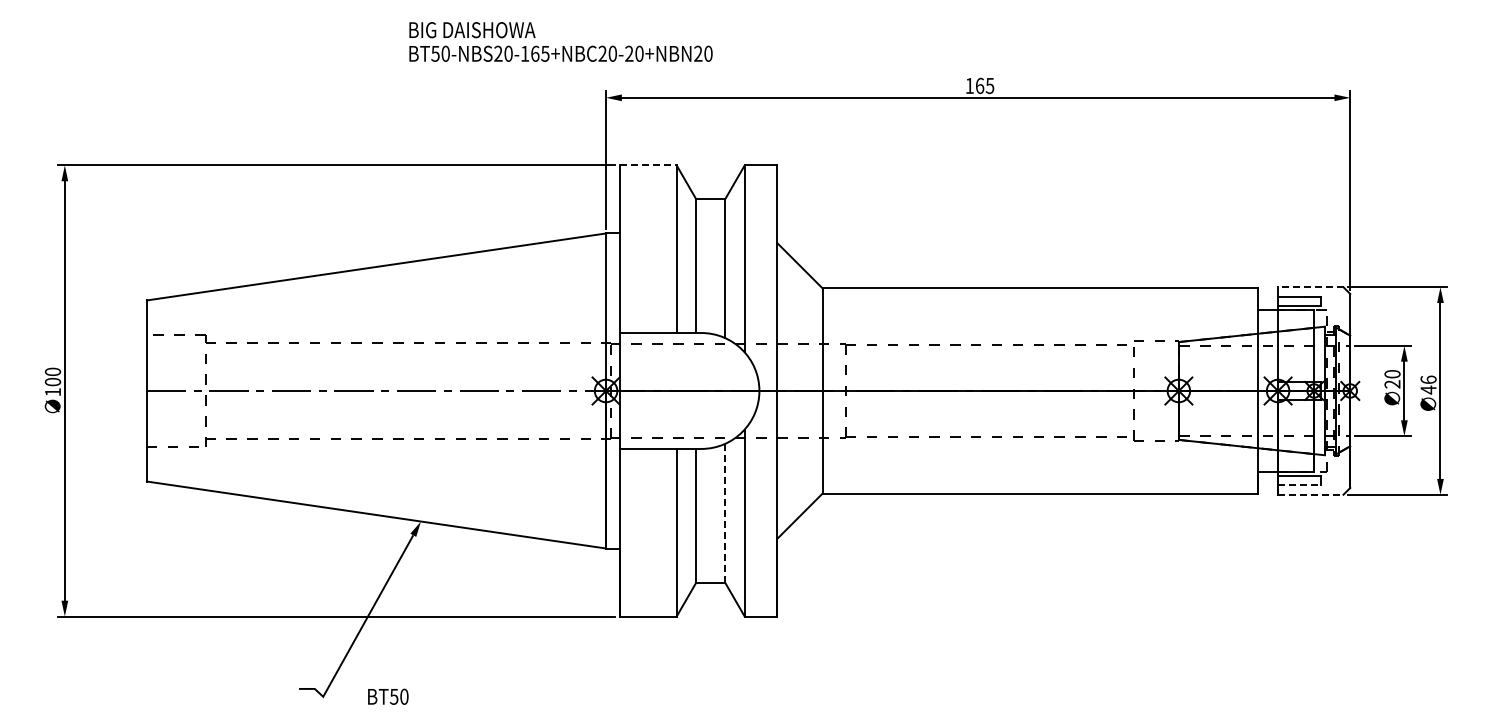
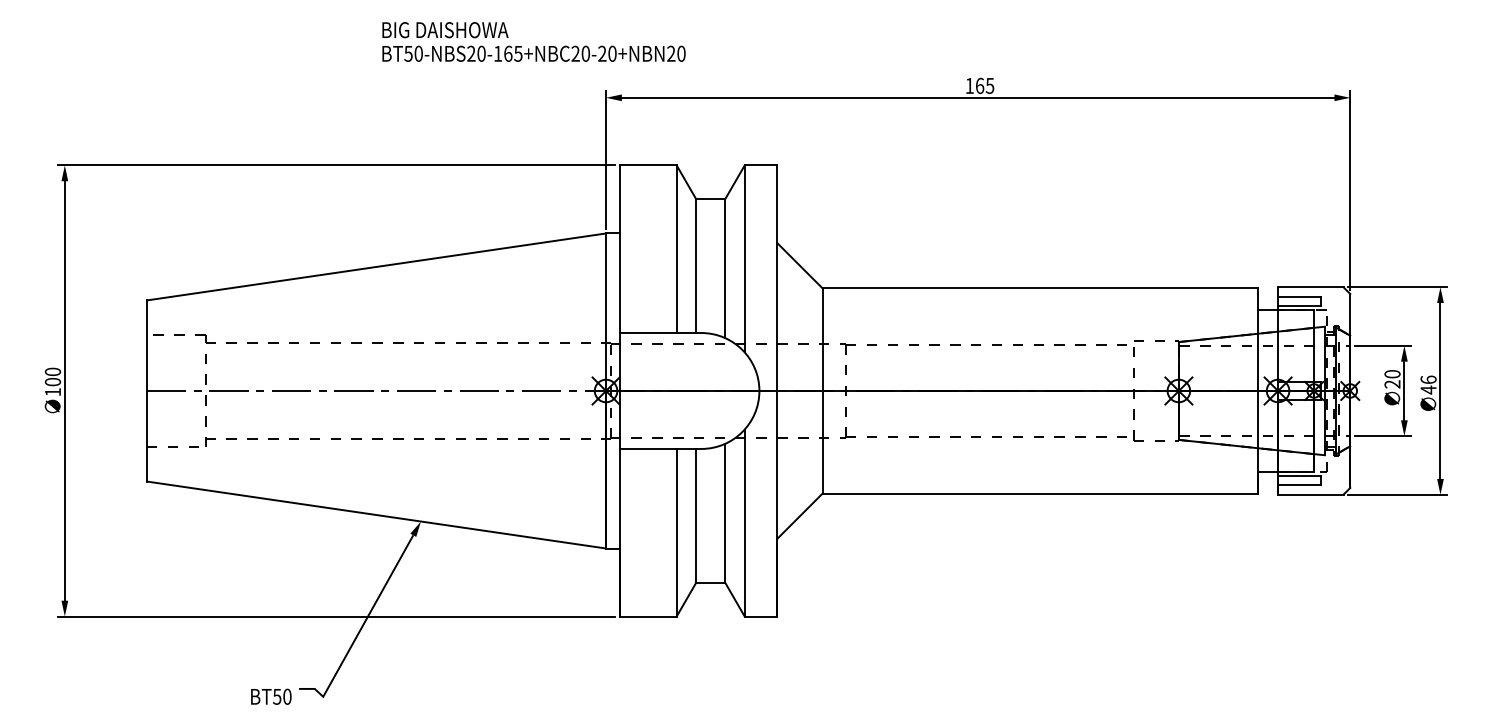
text at (560, 41) position: (560, 41) -> (533, 41)
line at (648, 165): dashed -> solid
line at (1310, 287): dashed -> solid
line at (1300, 485): dashed -> solid
line at (1310, 494): dashed -> solid
line at (725, 512): dashed -> solid
text at (388, 696) position: (388, 696) -> (271, 696)
